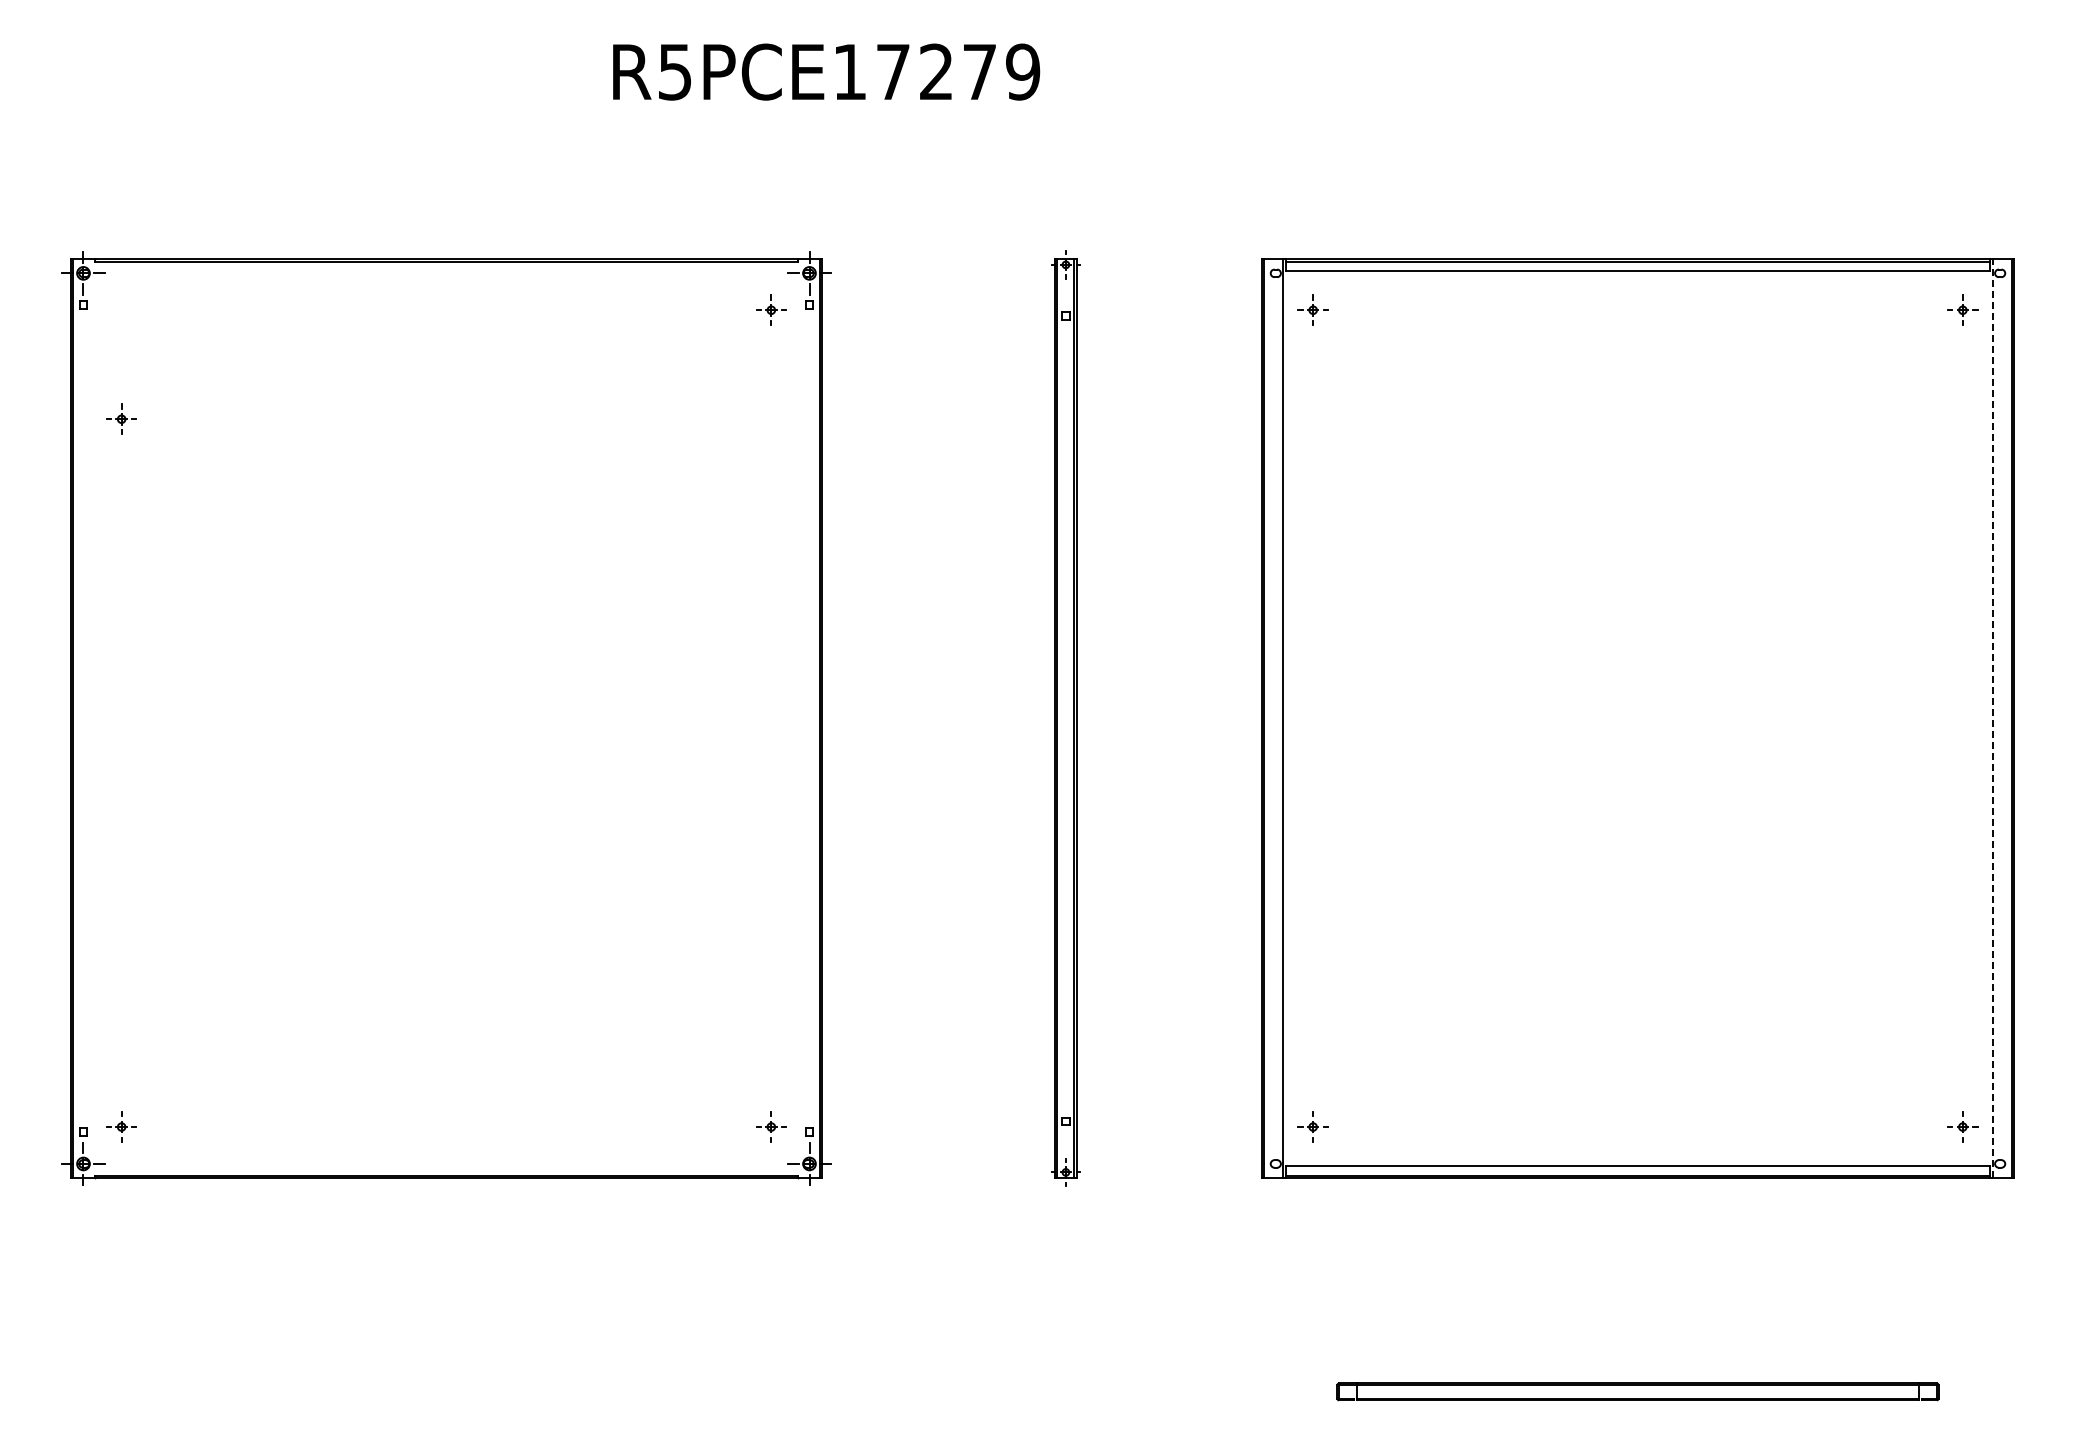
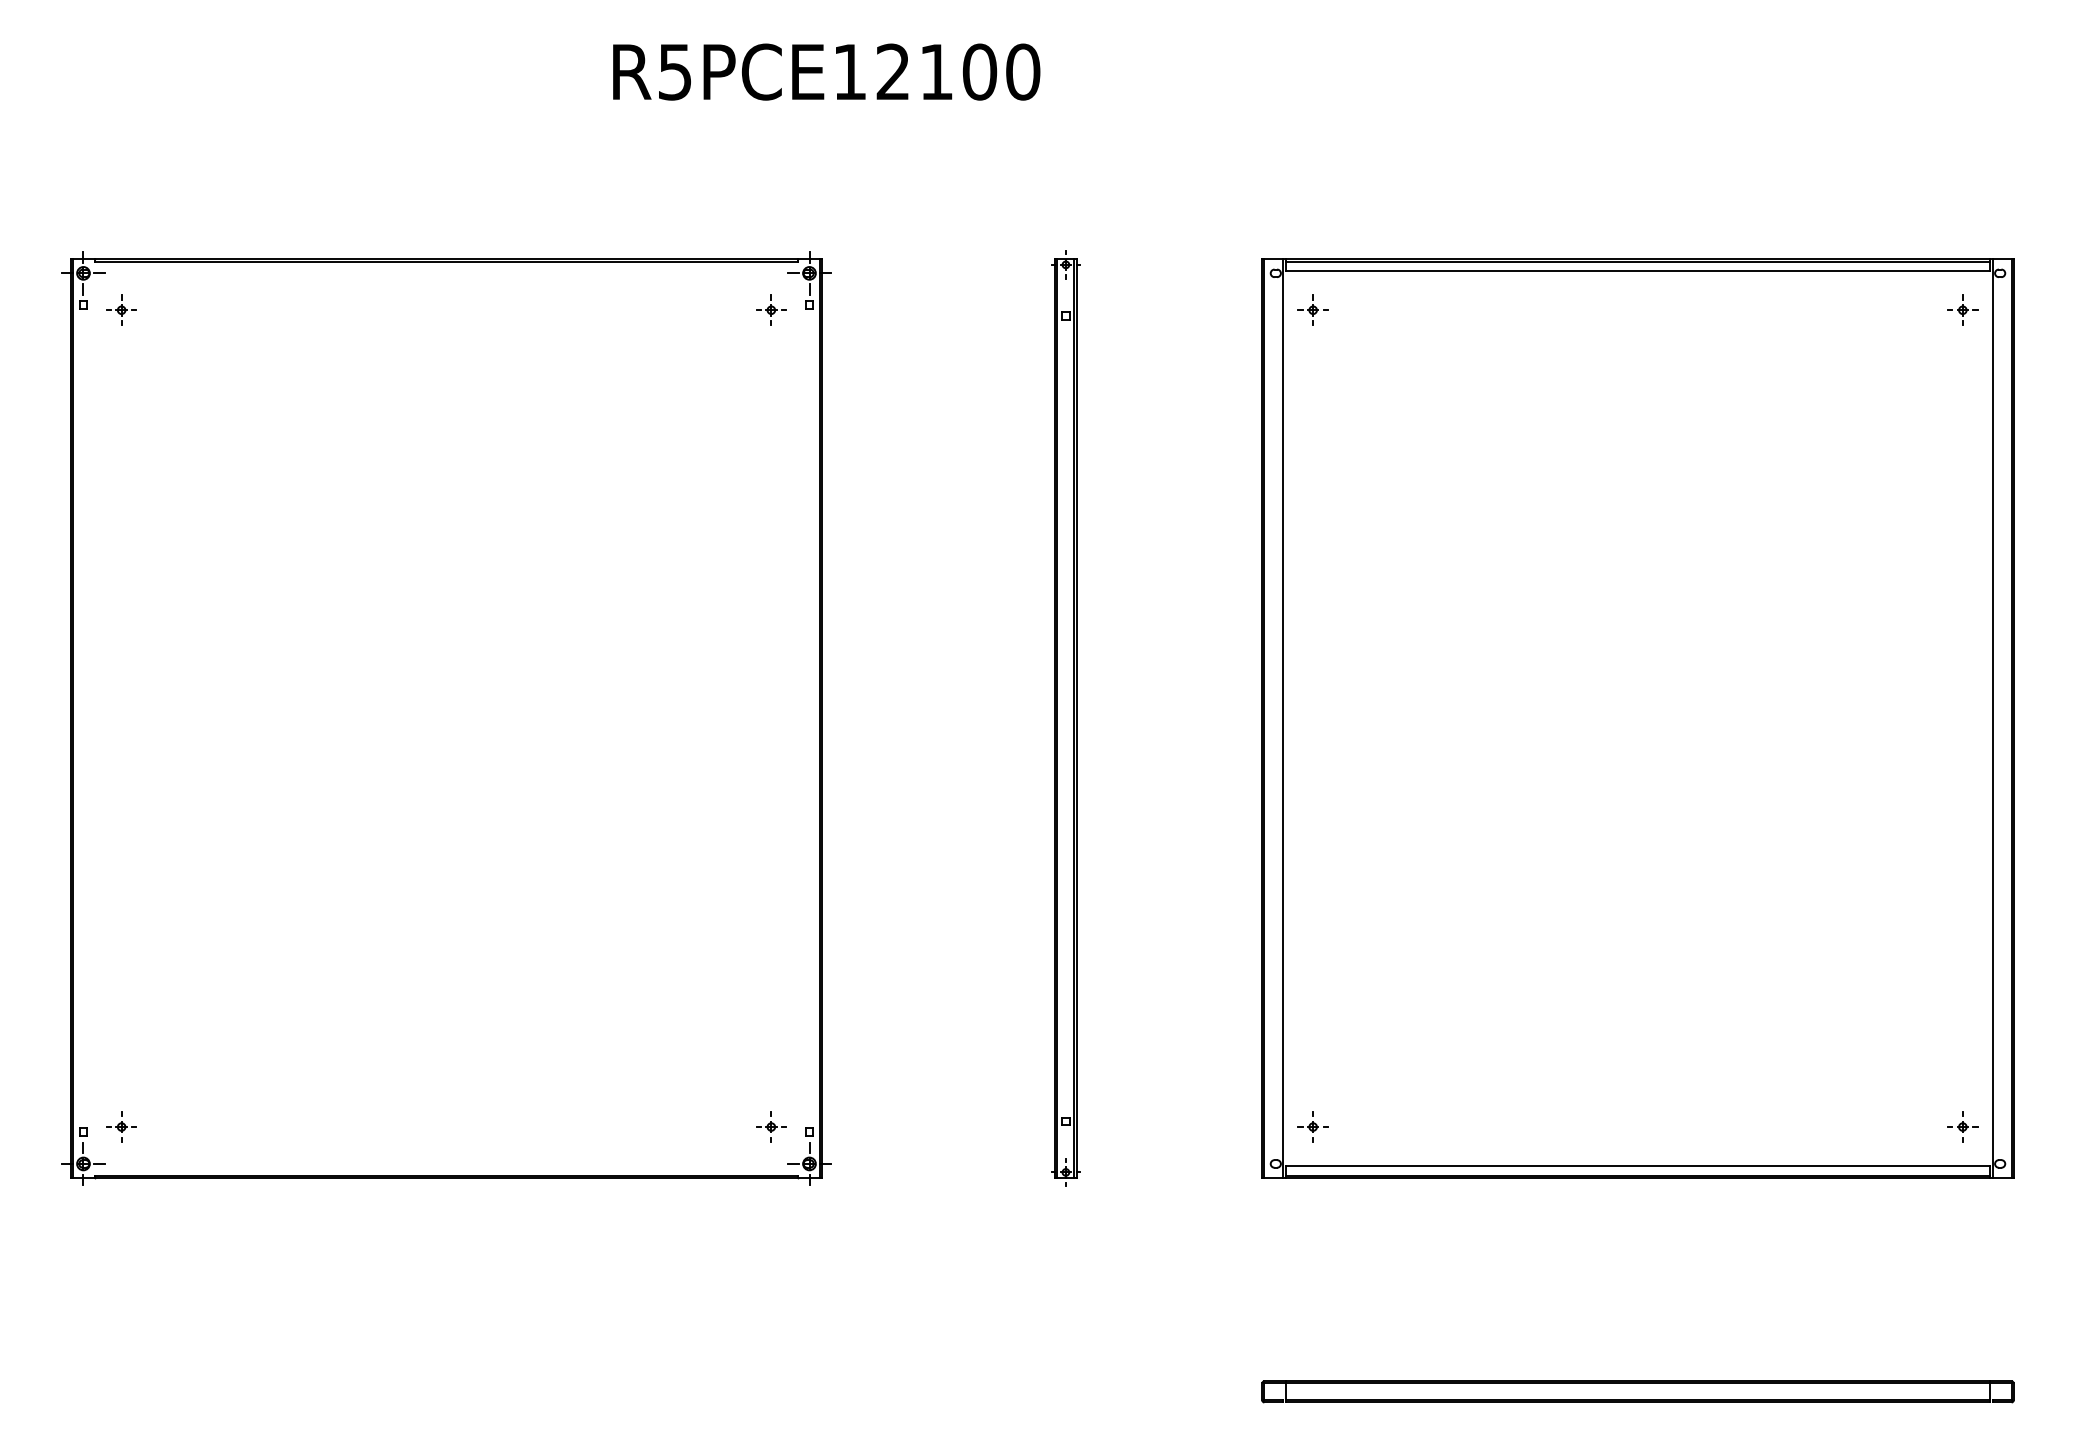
text at (958, 71): R5PCE17279 -> R5PCE12100
part at (121, 418) position: (121, 418) -> (121, 309)
line at (1992, 718): dashed -> solid
part at (1637, 1391) size: 604x20 px -> 754x24 px
